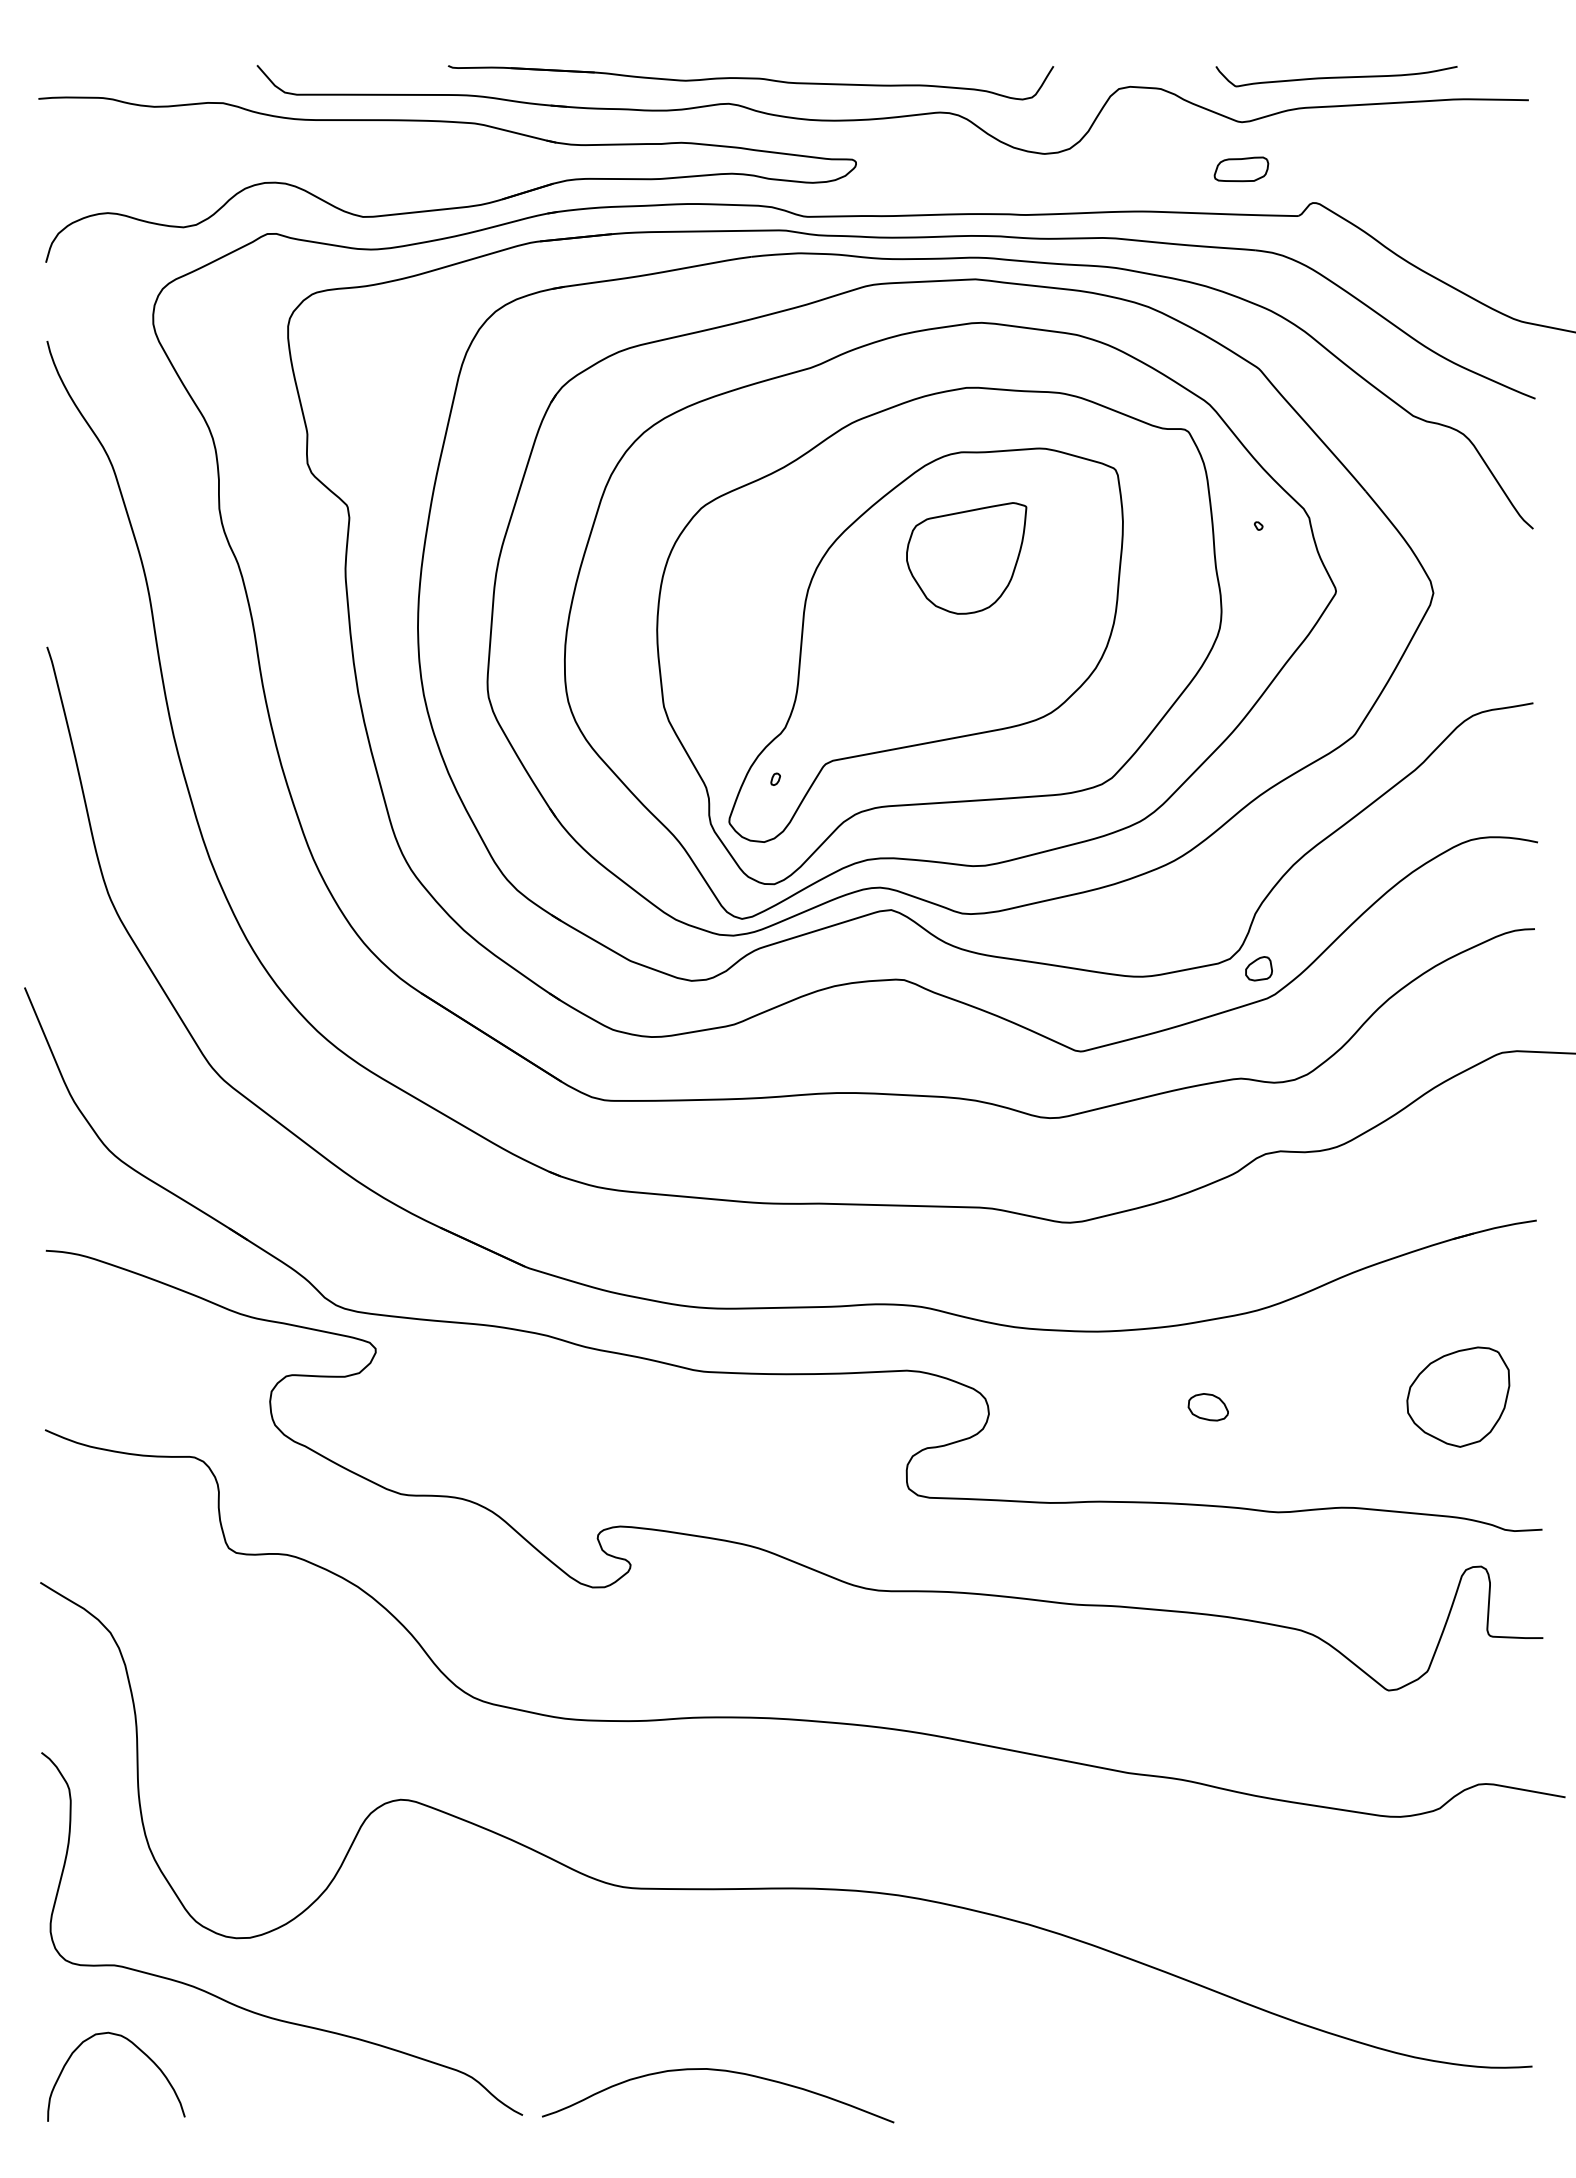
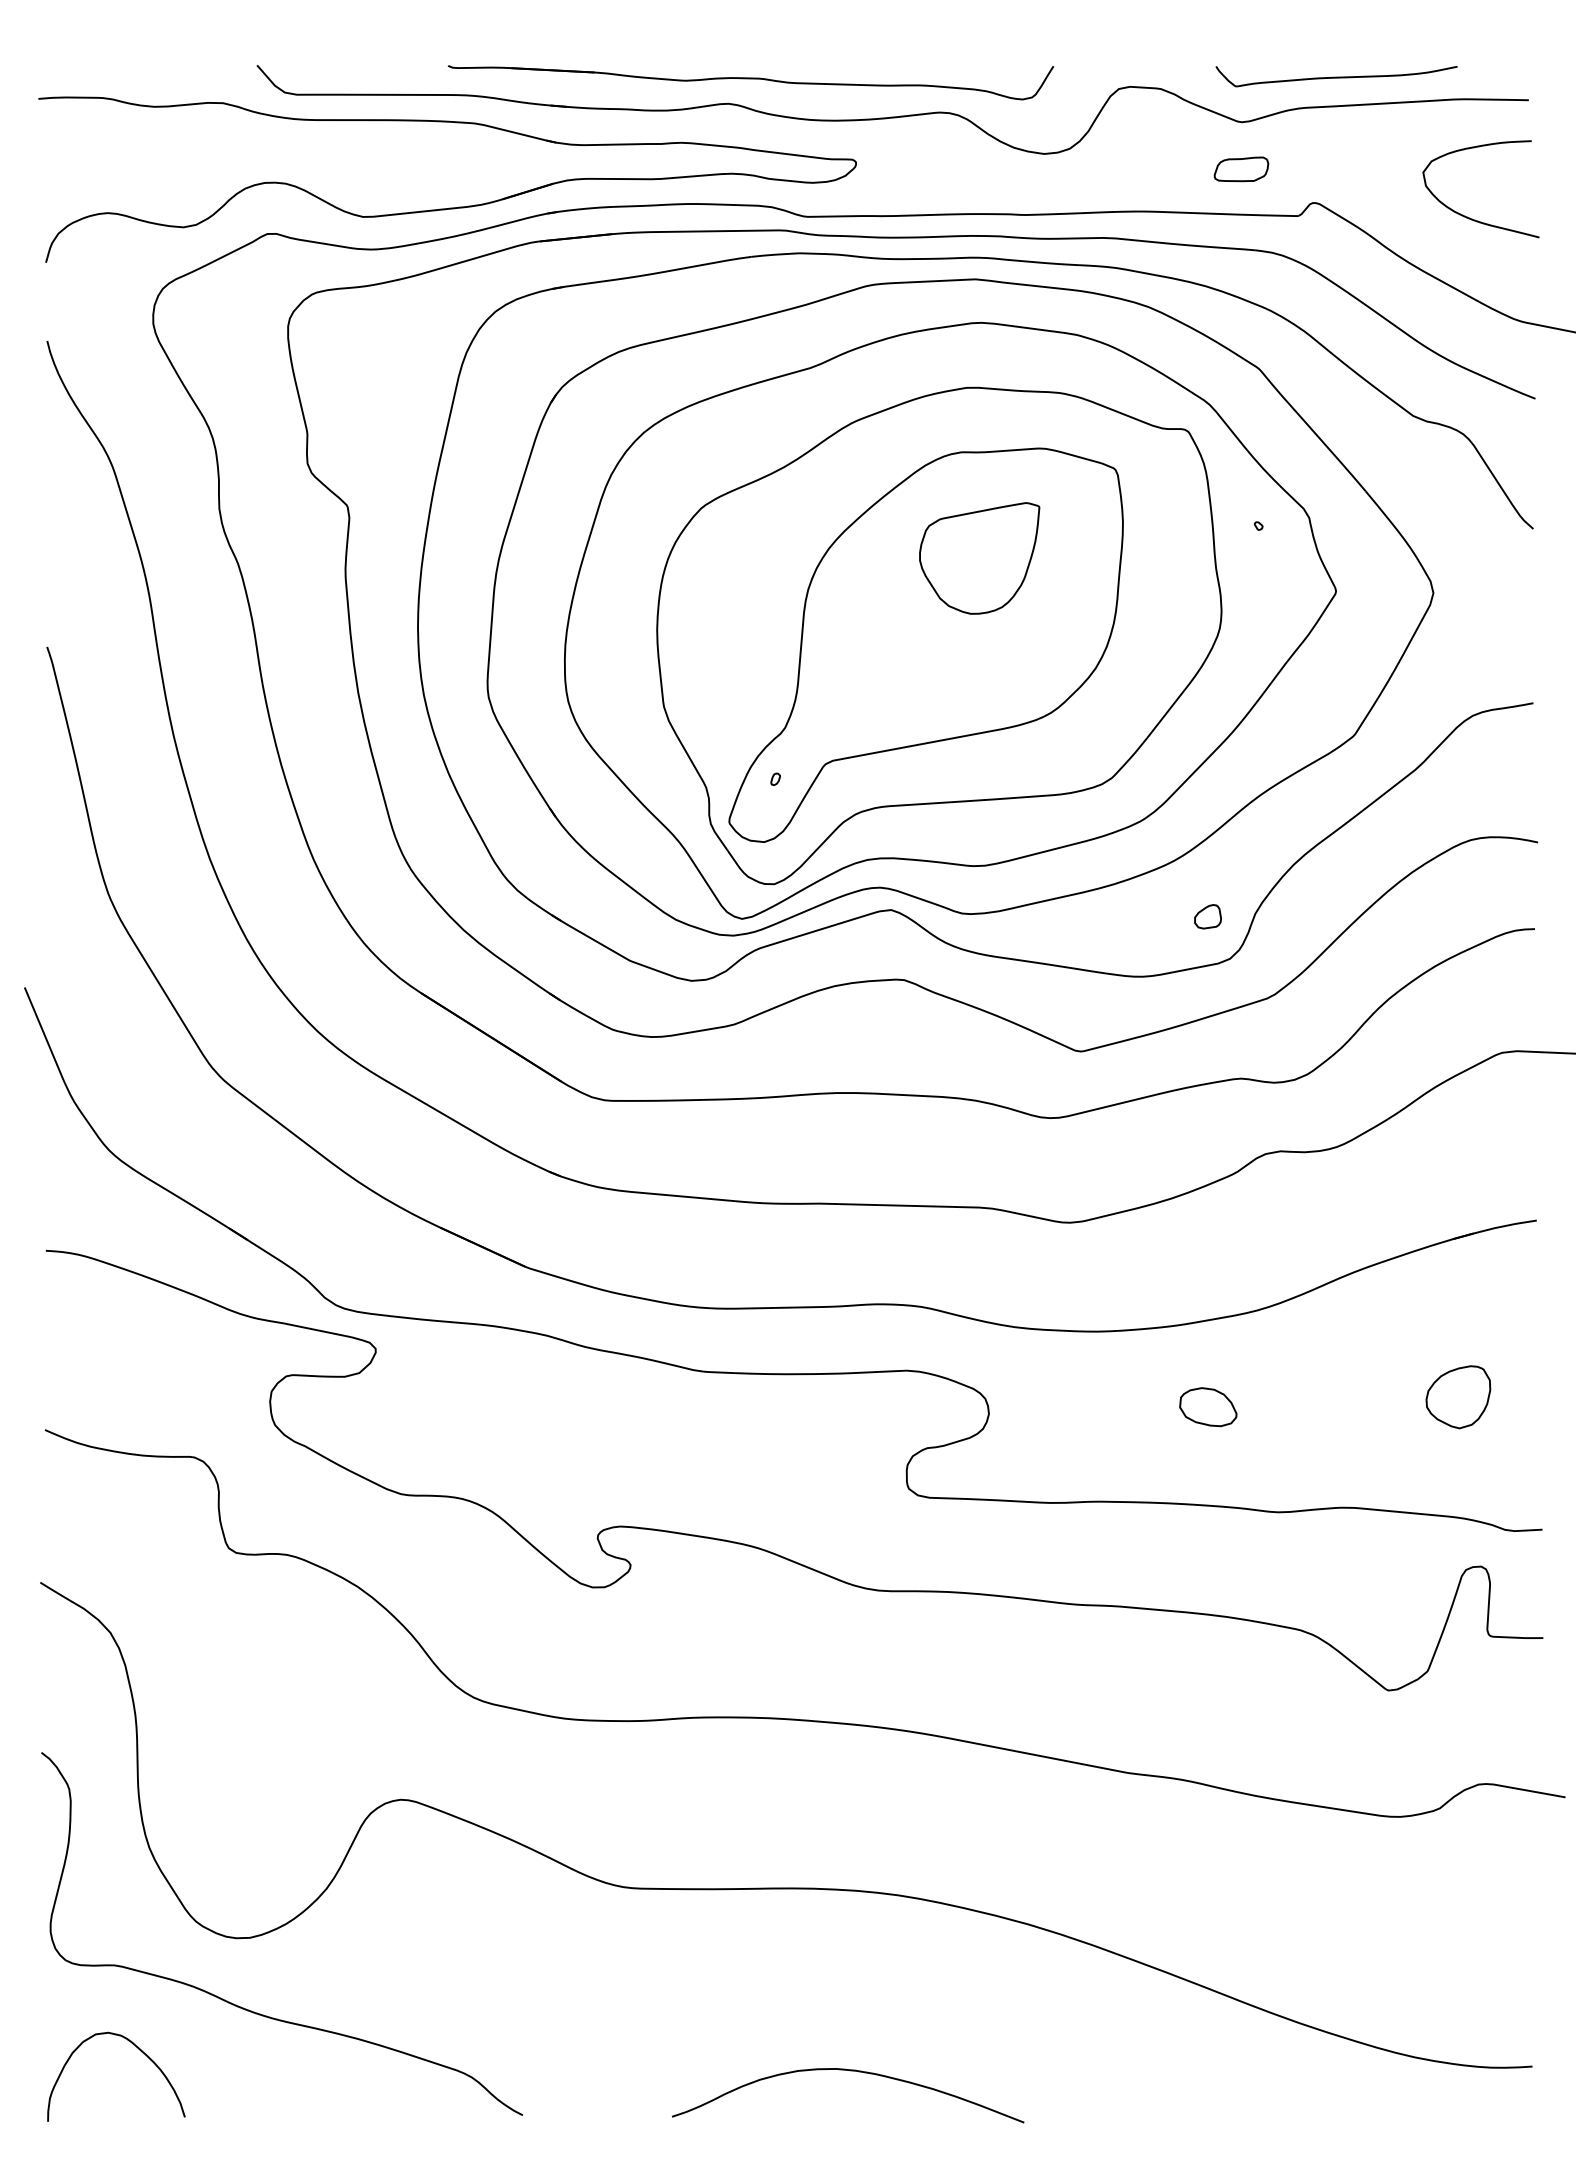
curve at (1467, 216): none -> present
part at (966, 558) position: (966, 558) -> (979, 558)
part at (1258, 968) position: (1258, 968) -> (1207, 916)
part at (1458, 1396) size: 105x102 px -> 67x65 px
part at (1207, 1407) size: 42x29 px -> 59x41 px
curve at (719, 2071) position: (719, 2071) -> (849, 2071)
